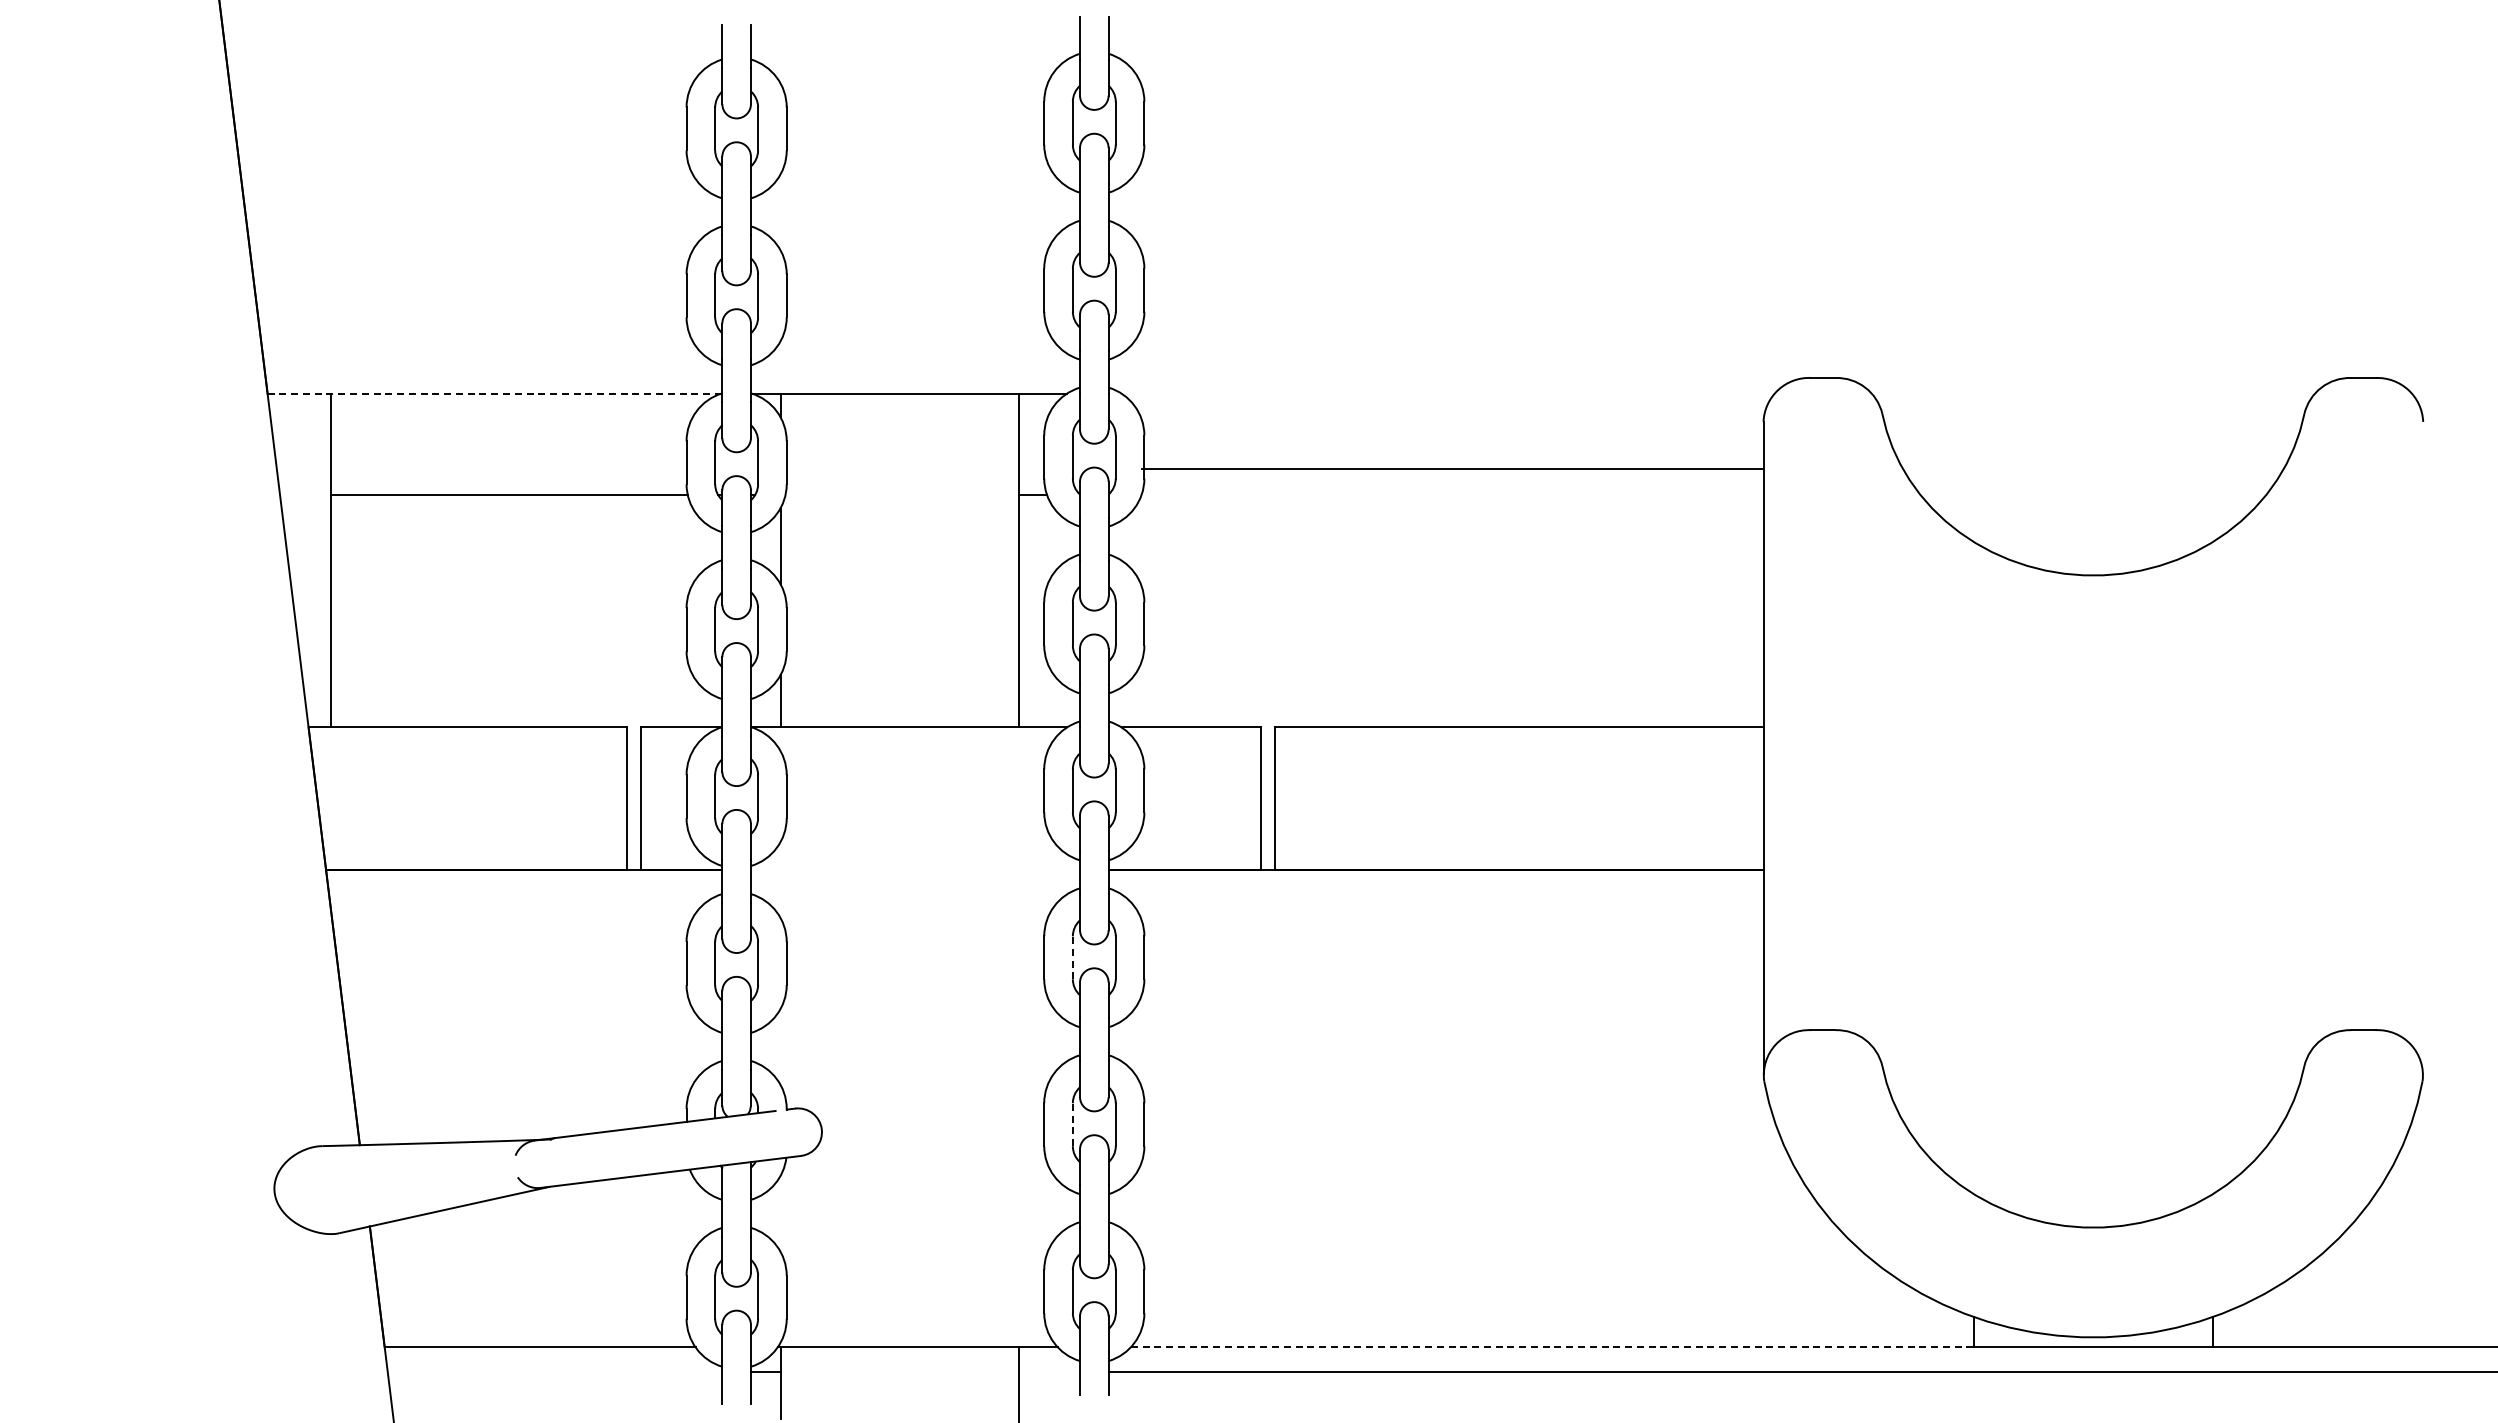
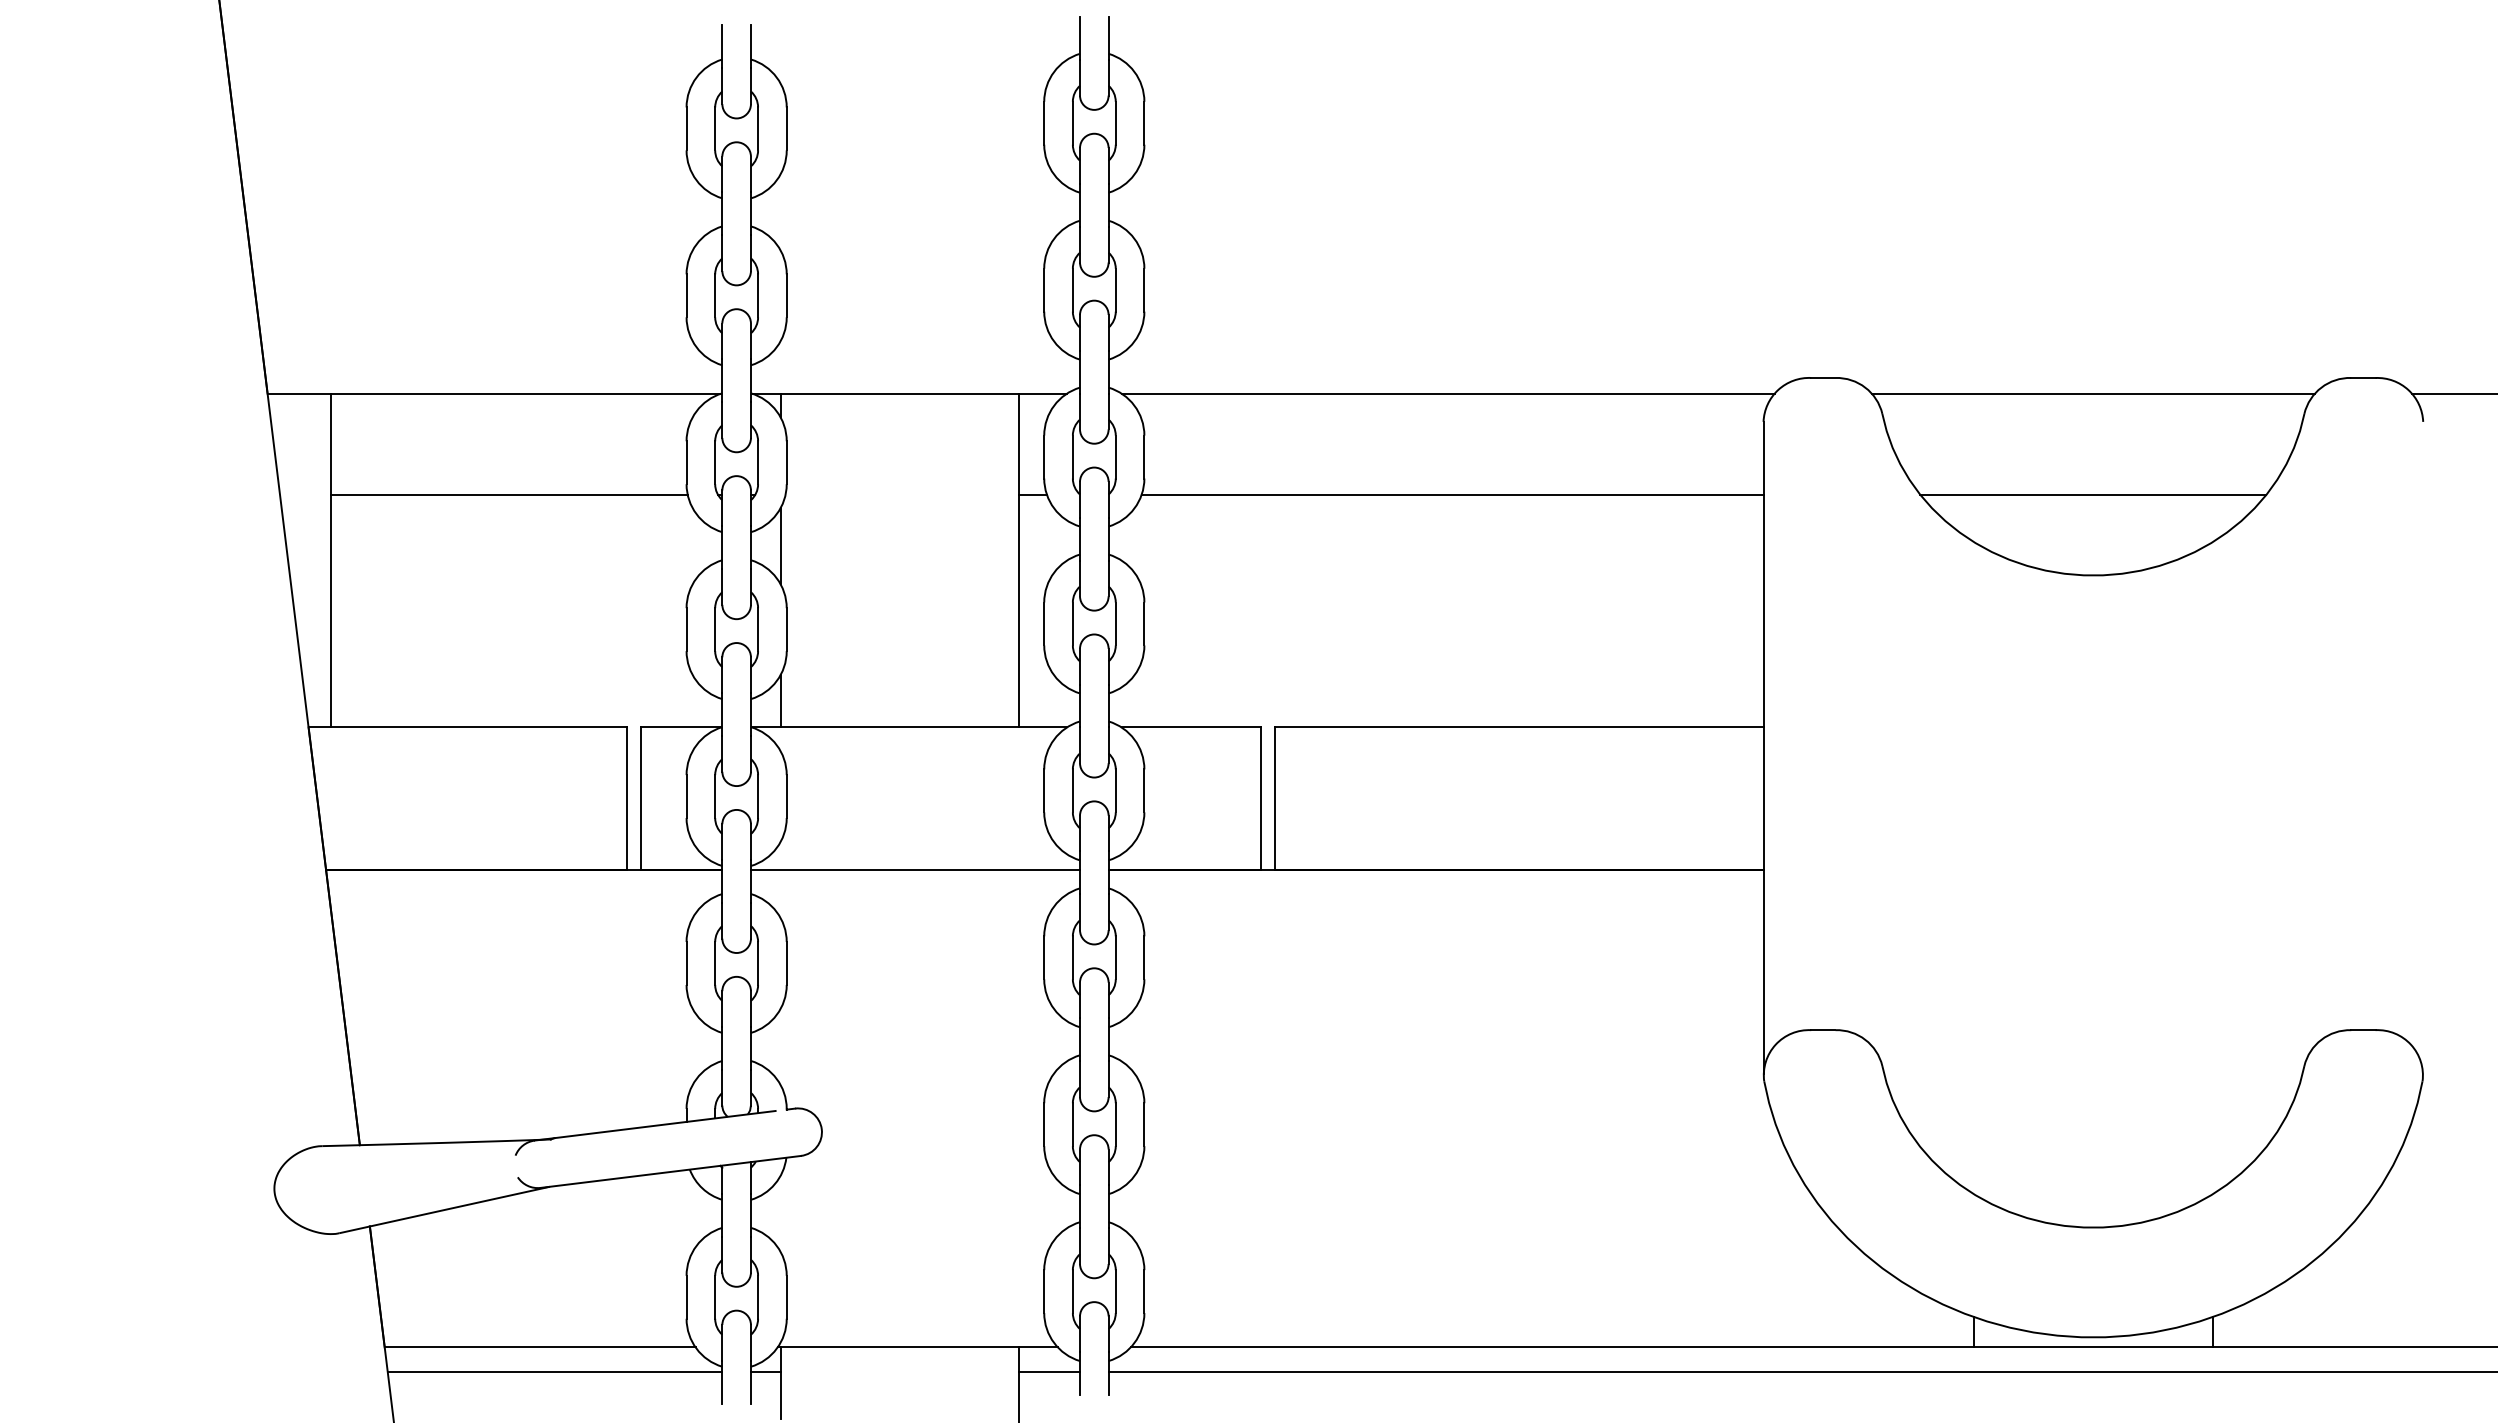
line at (494, 393): dashed -> solid
line at (1447, 393): none -> present
line at (2092, 393): none -> present
line at (2452, 393): none -> present
line at (1452, 468) position: (1452, 468) -> (1452, 494)
line at (2093, 494): none -> present
line at (915, 870): none -> present
line at (1072, 957): dashed -> solid
line at (1072, 1124): dashed -> solid
line at (1552, 1347): dashed -> solid
line at (554, 1371): none -> present
line at (1049, 1371): none -> present
